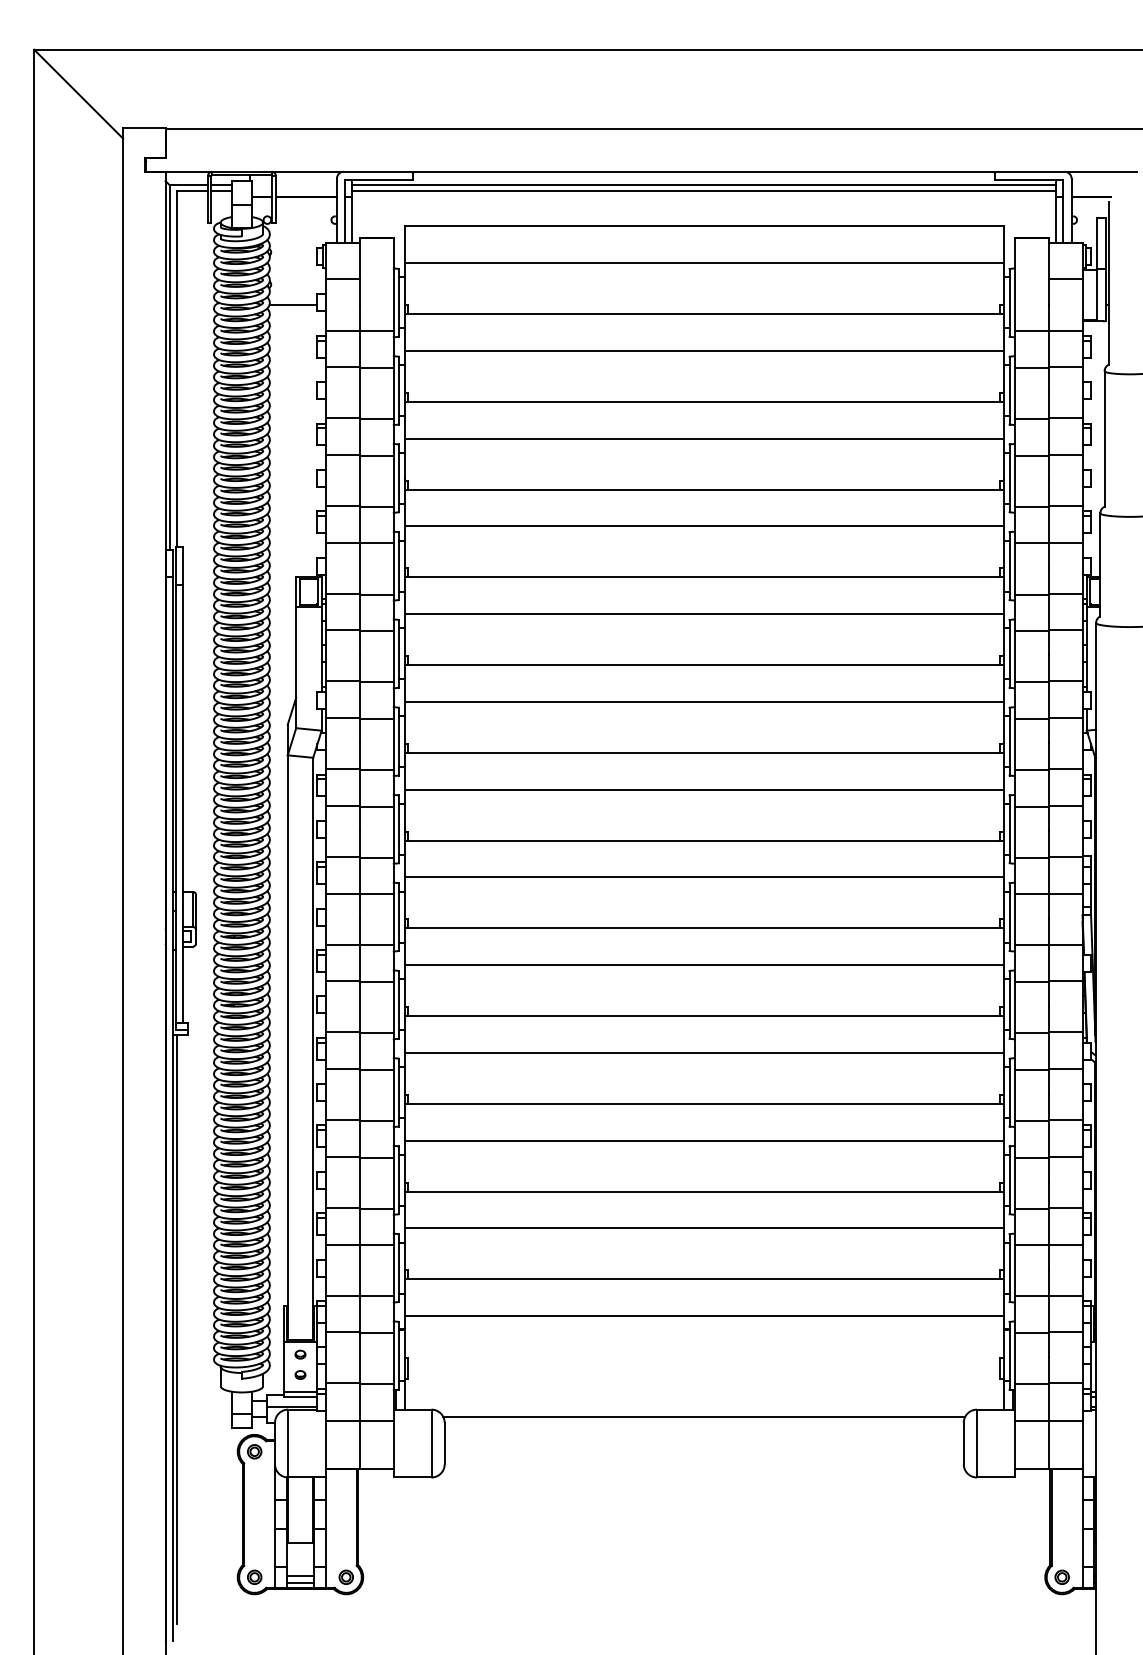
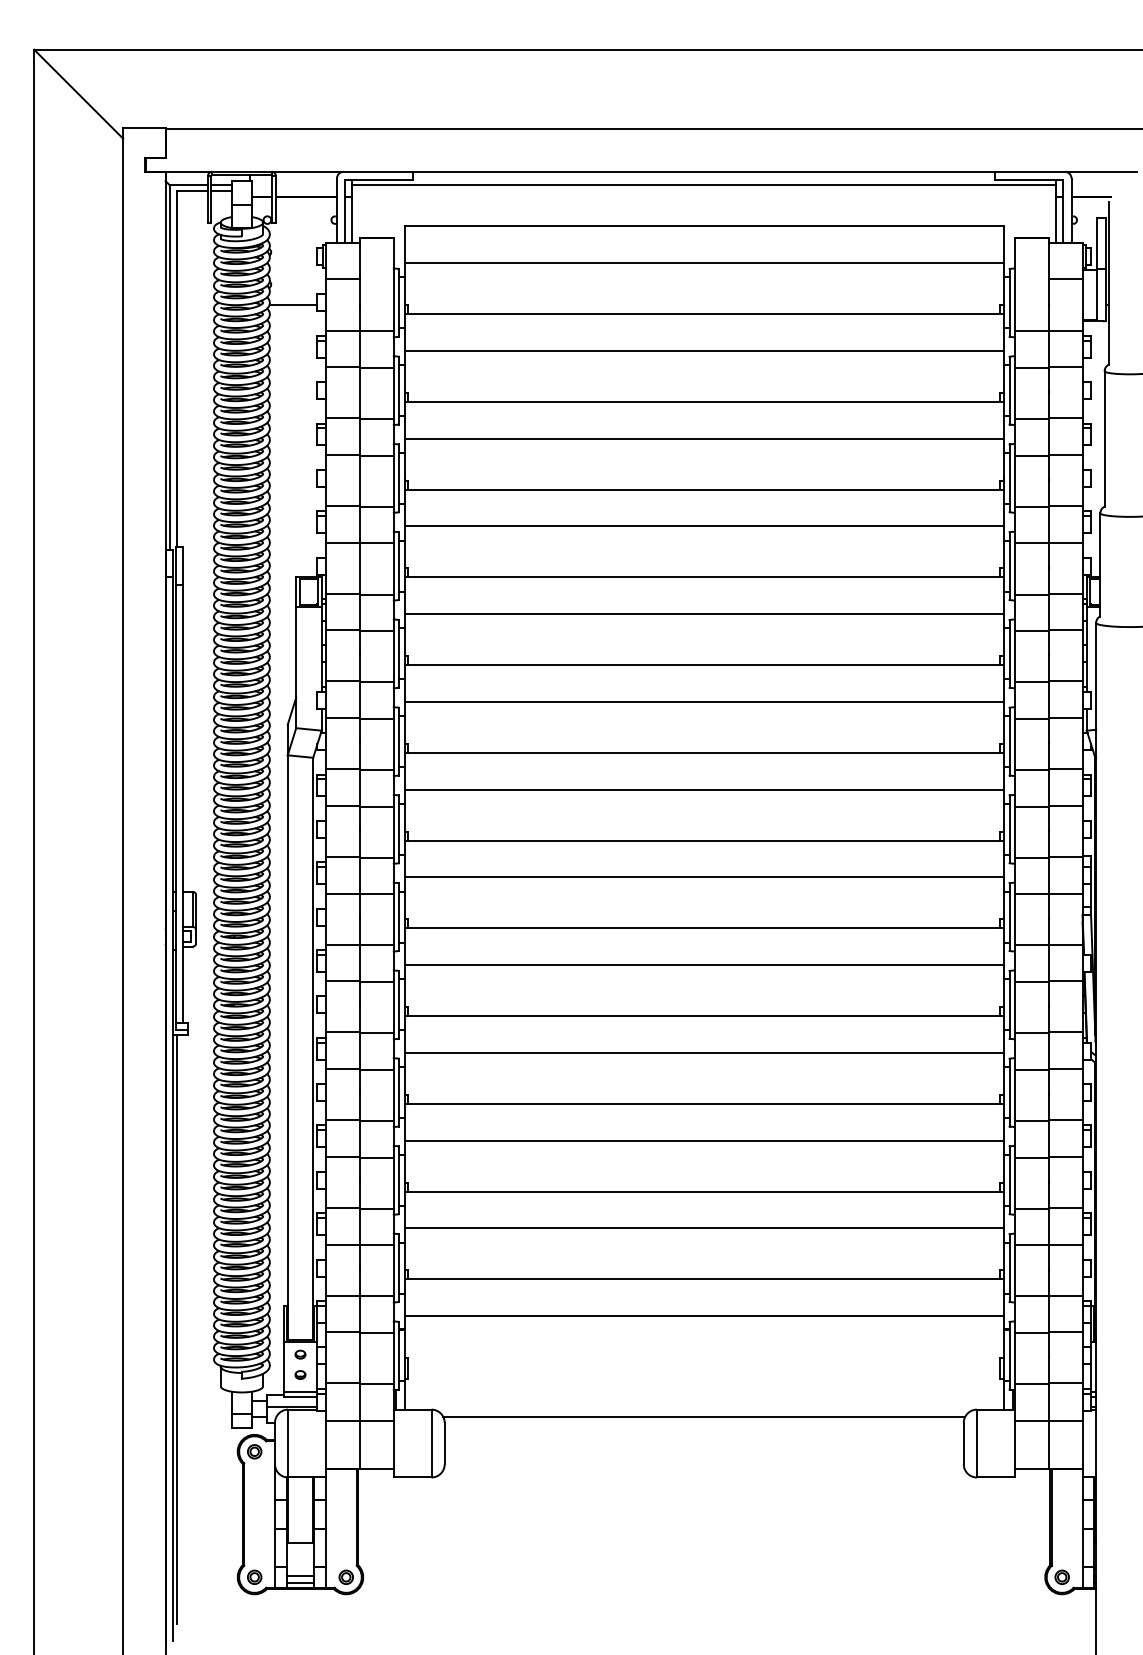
line at (704, 191): present -> none
